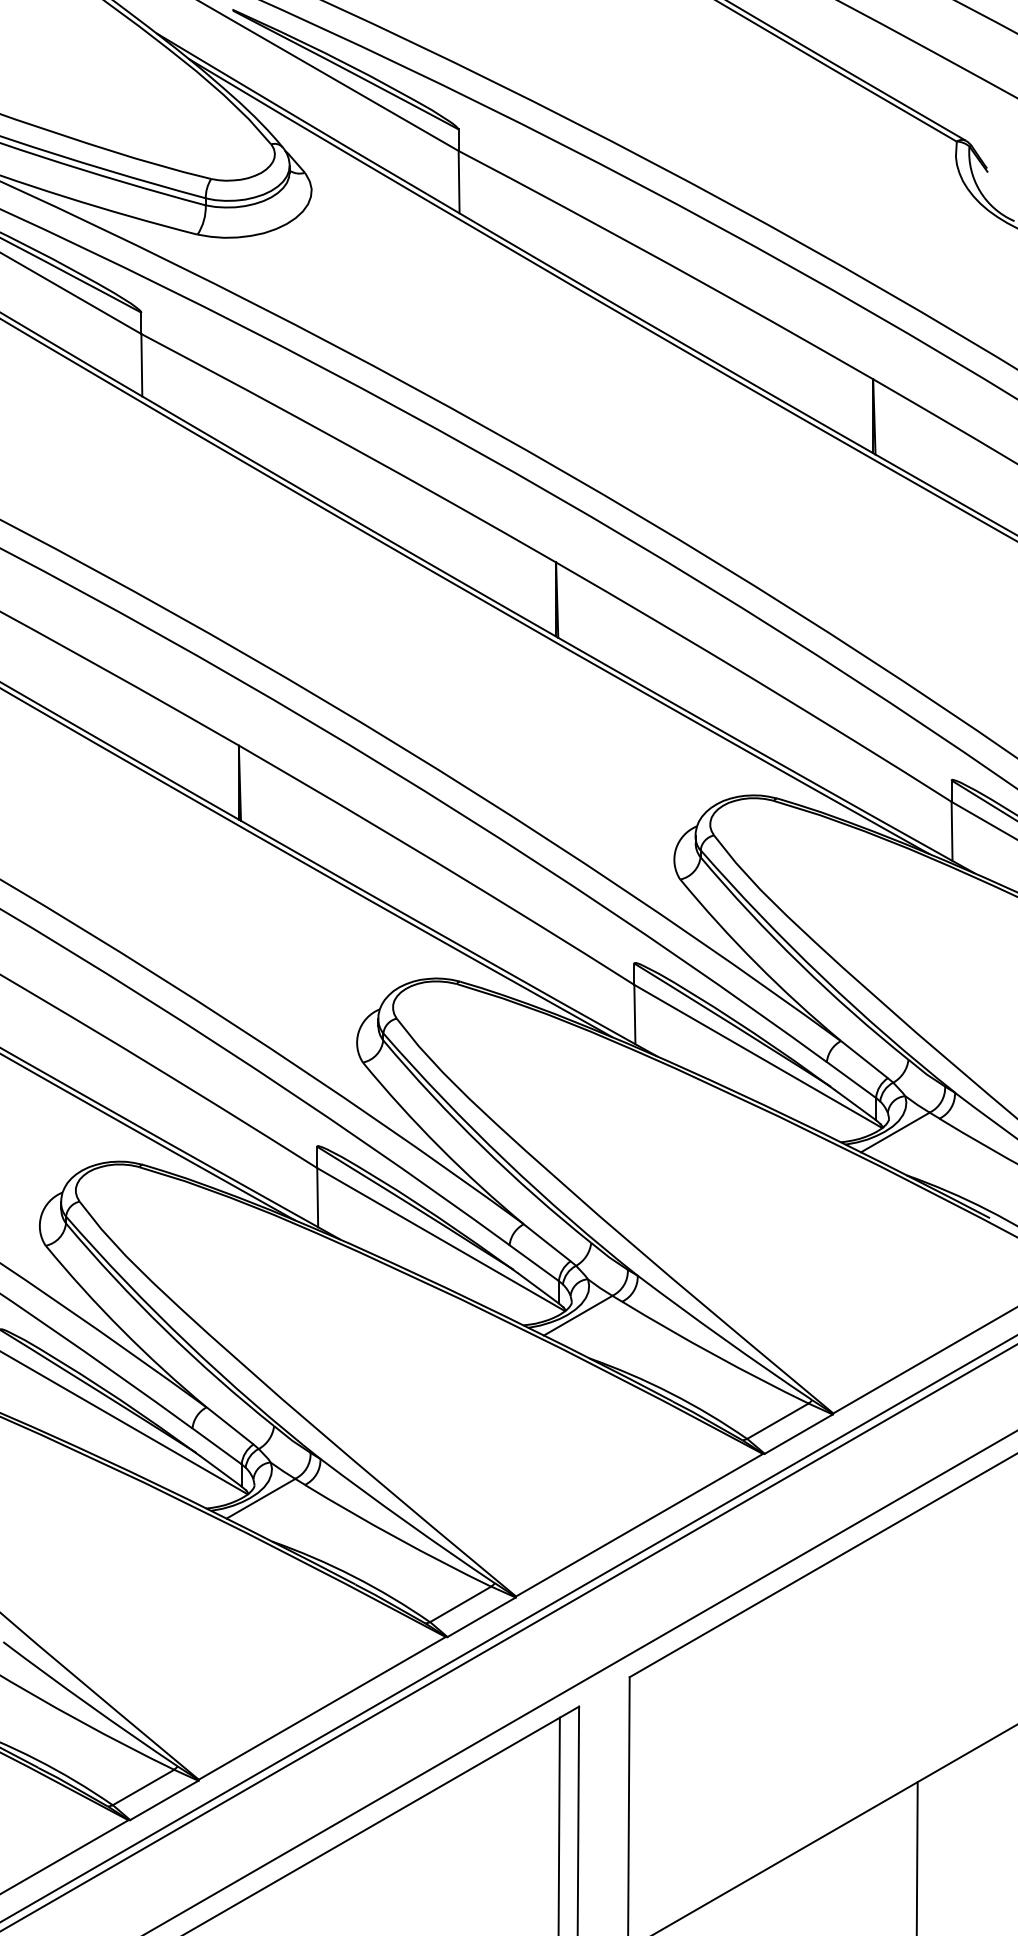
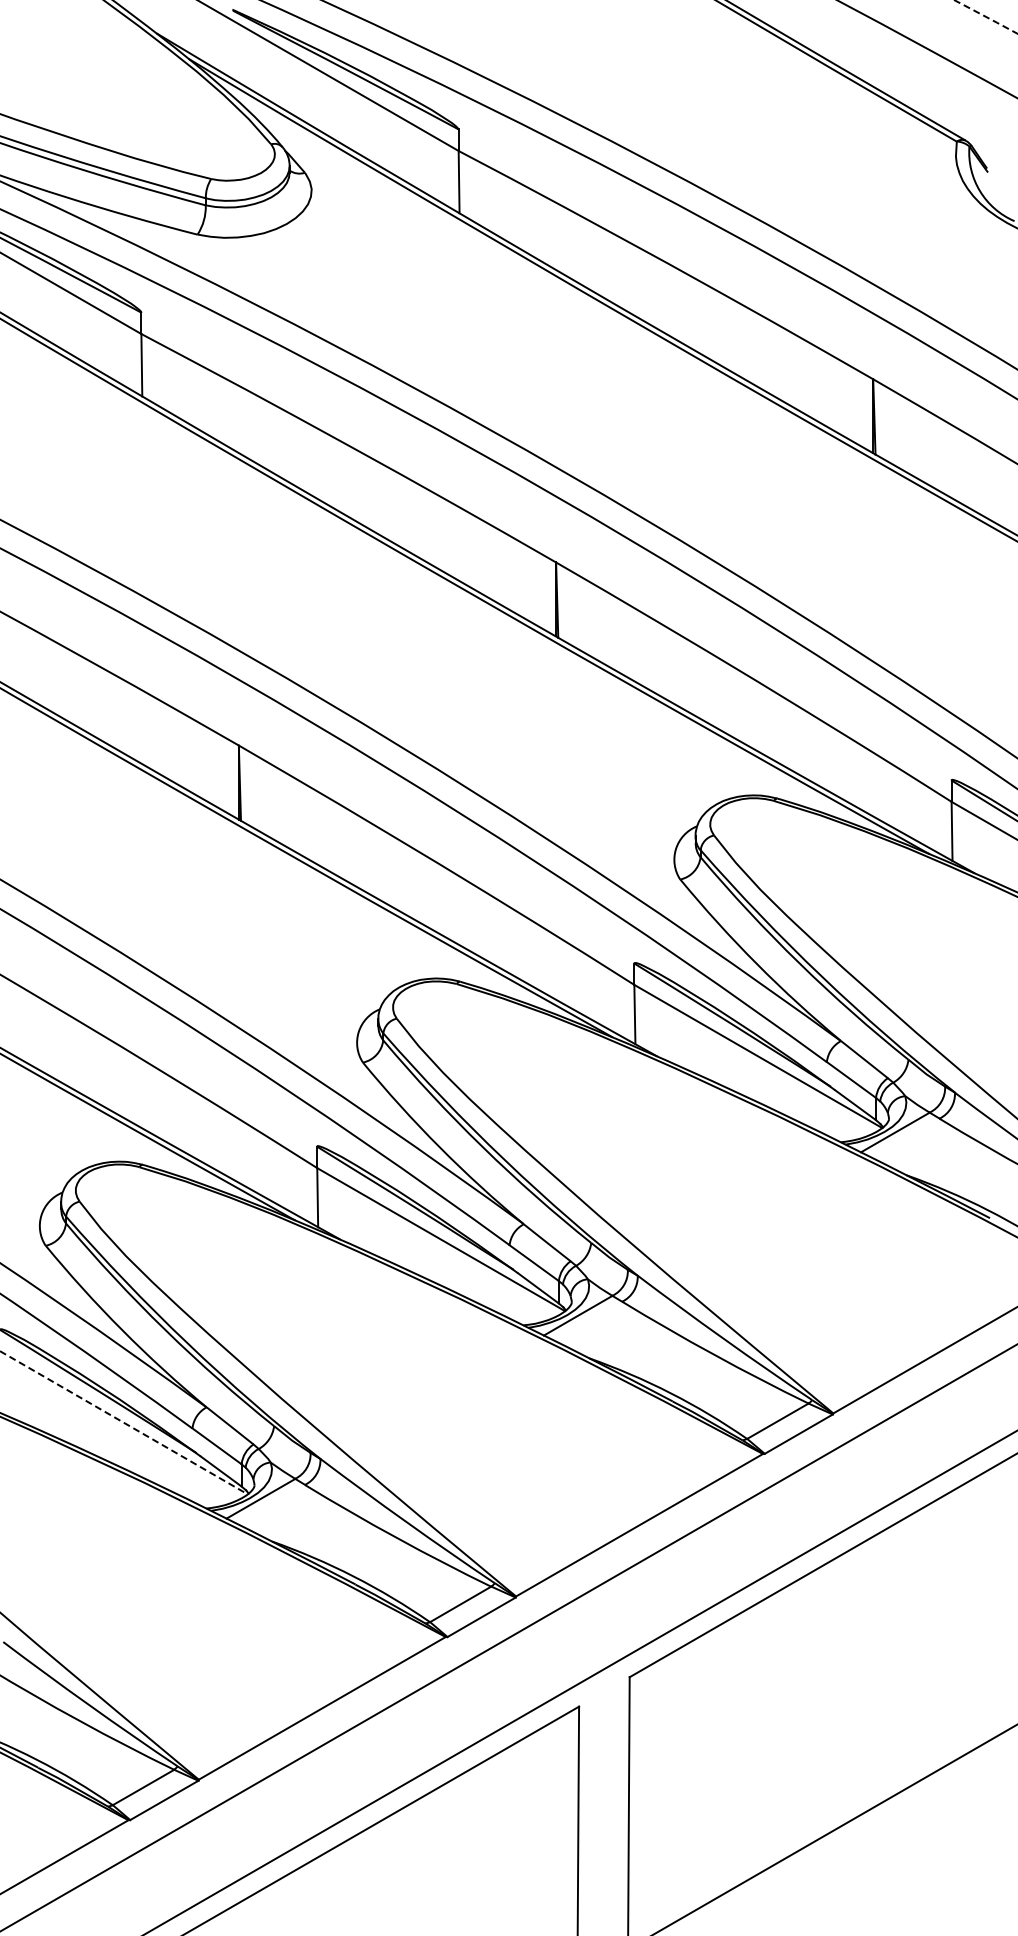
arc at (985, 16): solid -> dashed
line at (124, 1423): solid -> dashed
line at (508, 1628): present -> none
line at (558, 1824): present -> none
line at (916, 1857): present -> none
